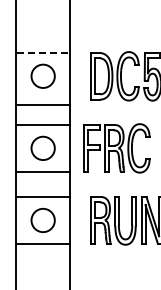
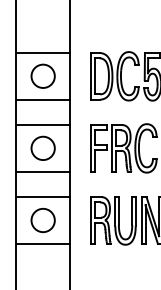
line at (43, 53): dashed -> solid
line at (42, 104) position: (42, 104) -> (42, 99)
part at (116, 148) position: (116, 148) -> (123, 148)
